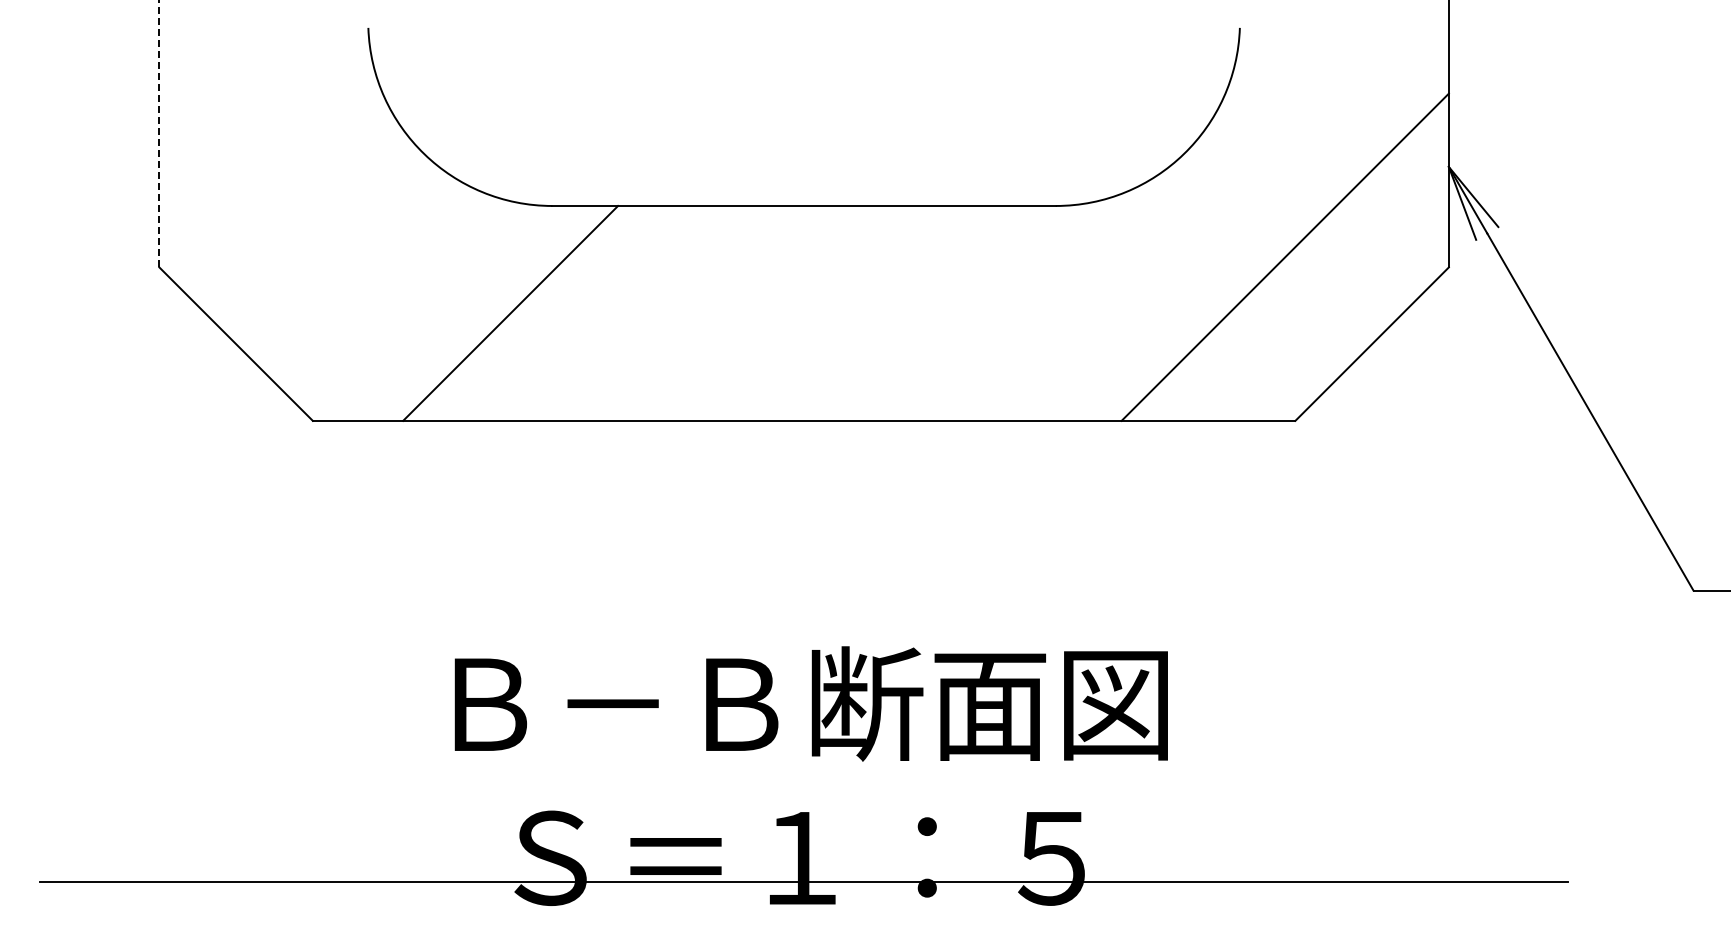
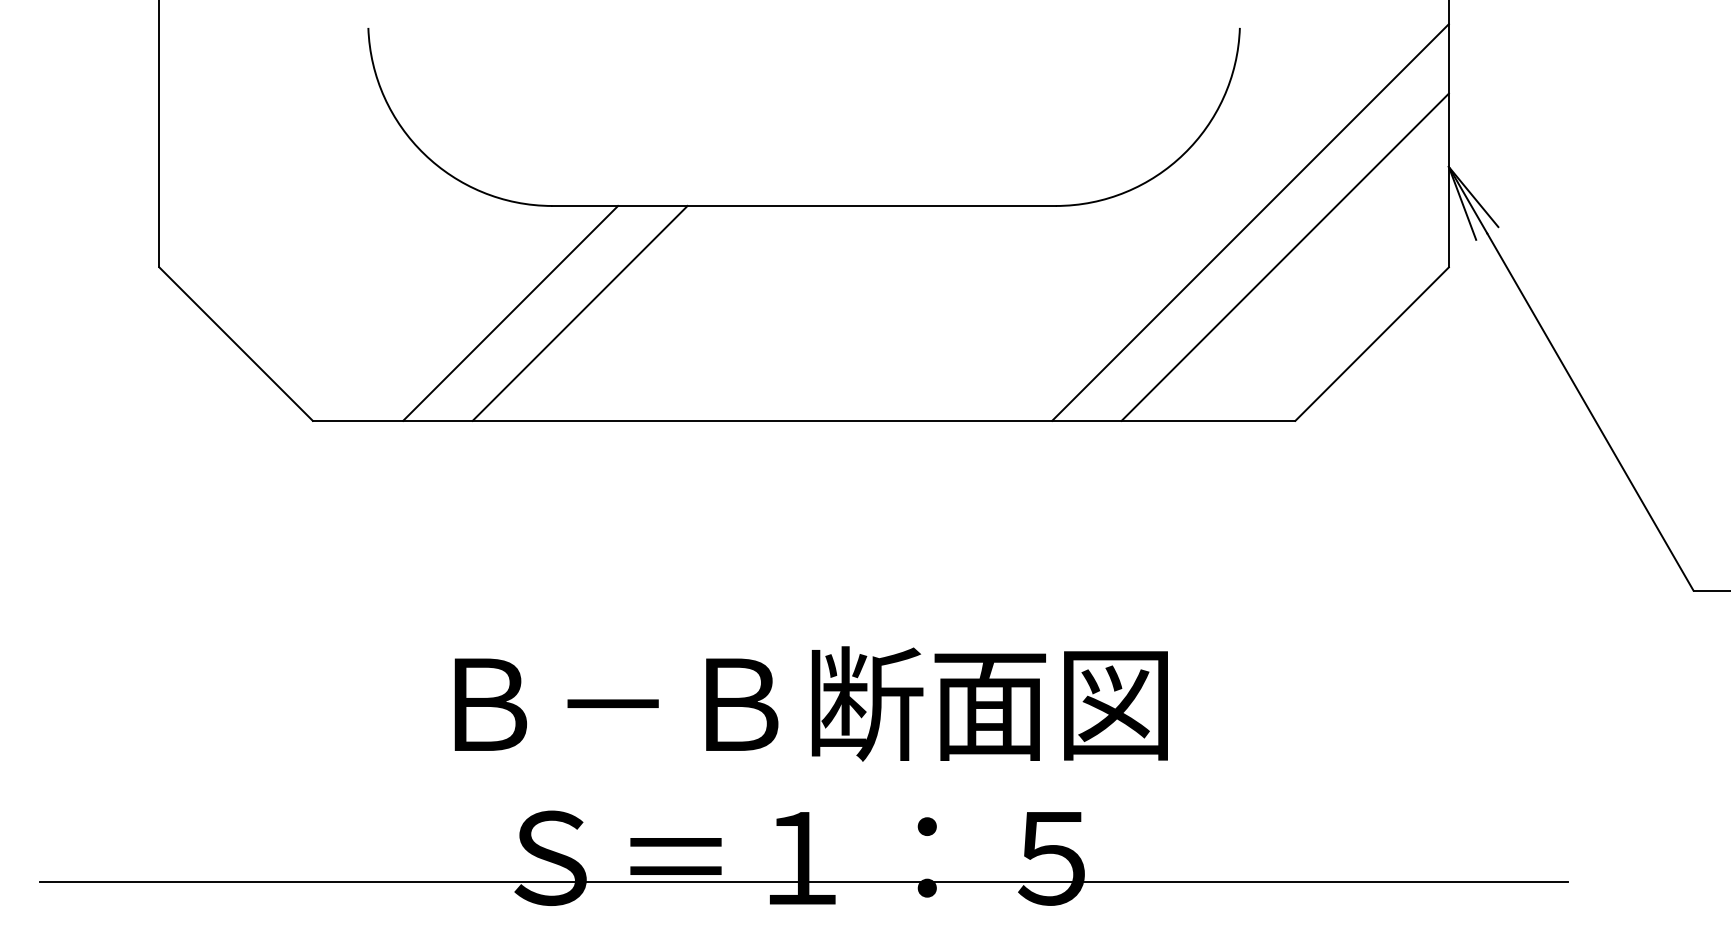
line at (159, 133): dashed -> solid
line at (1250, 222): none -> present
line at (579, 312): none -> present
